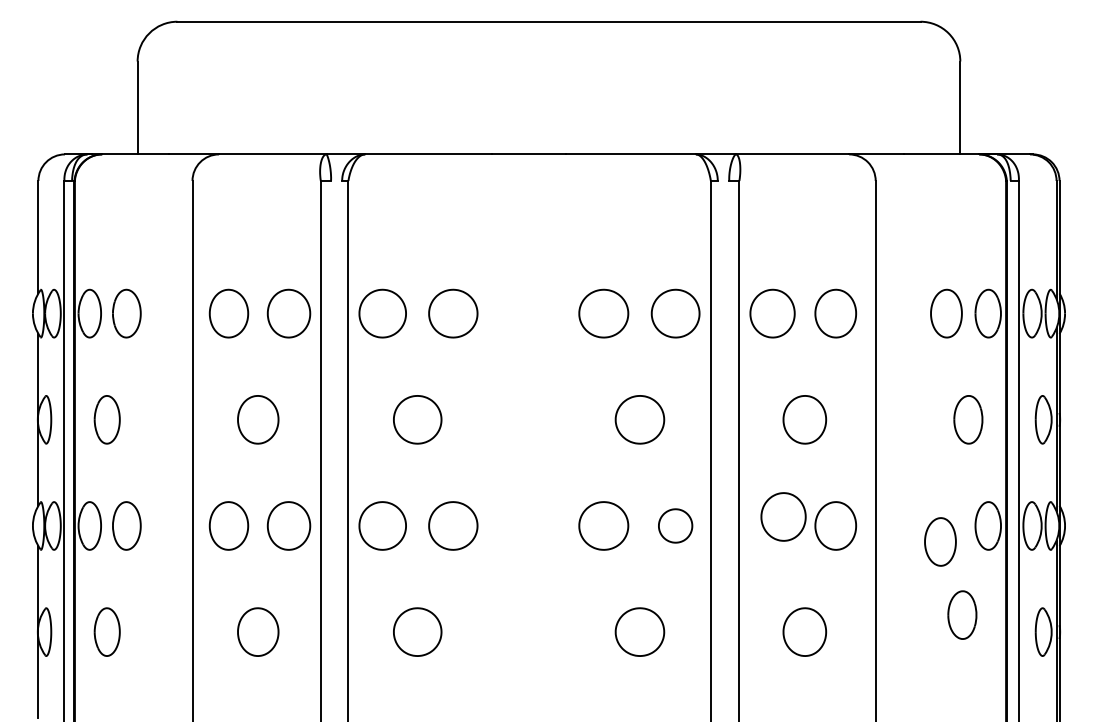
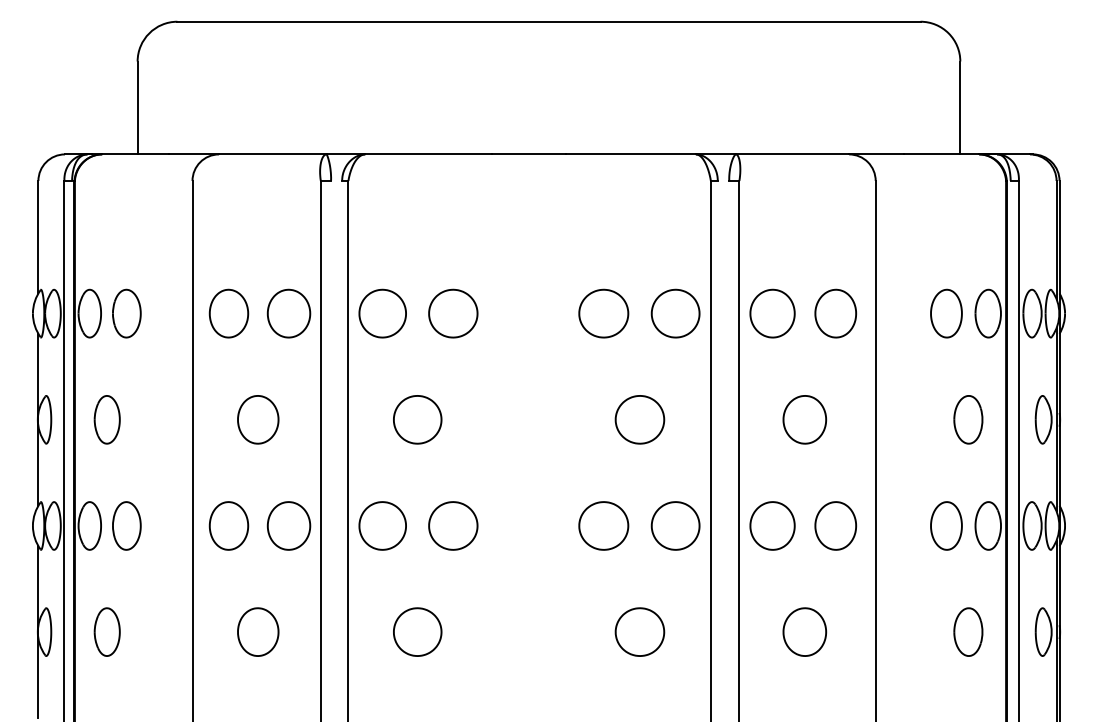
part at (783, 516) position: (783, 516) -> (772, 525)
part at (675, 525) size: 36x36 px -> 51x50 px
part at (940, 541) position: (940, 541) -> (946, 525)
part at (962, 614) position: (962, 614) -> (968, 631)
